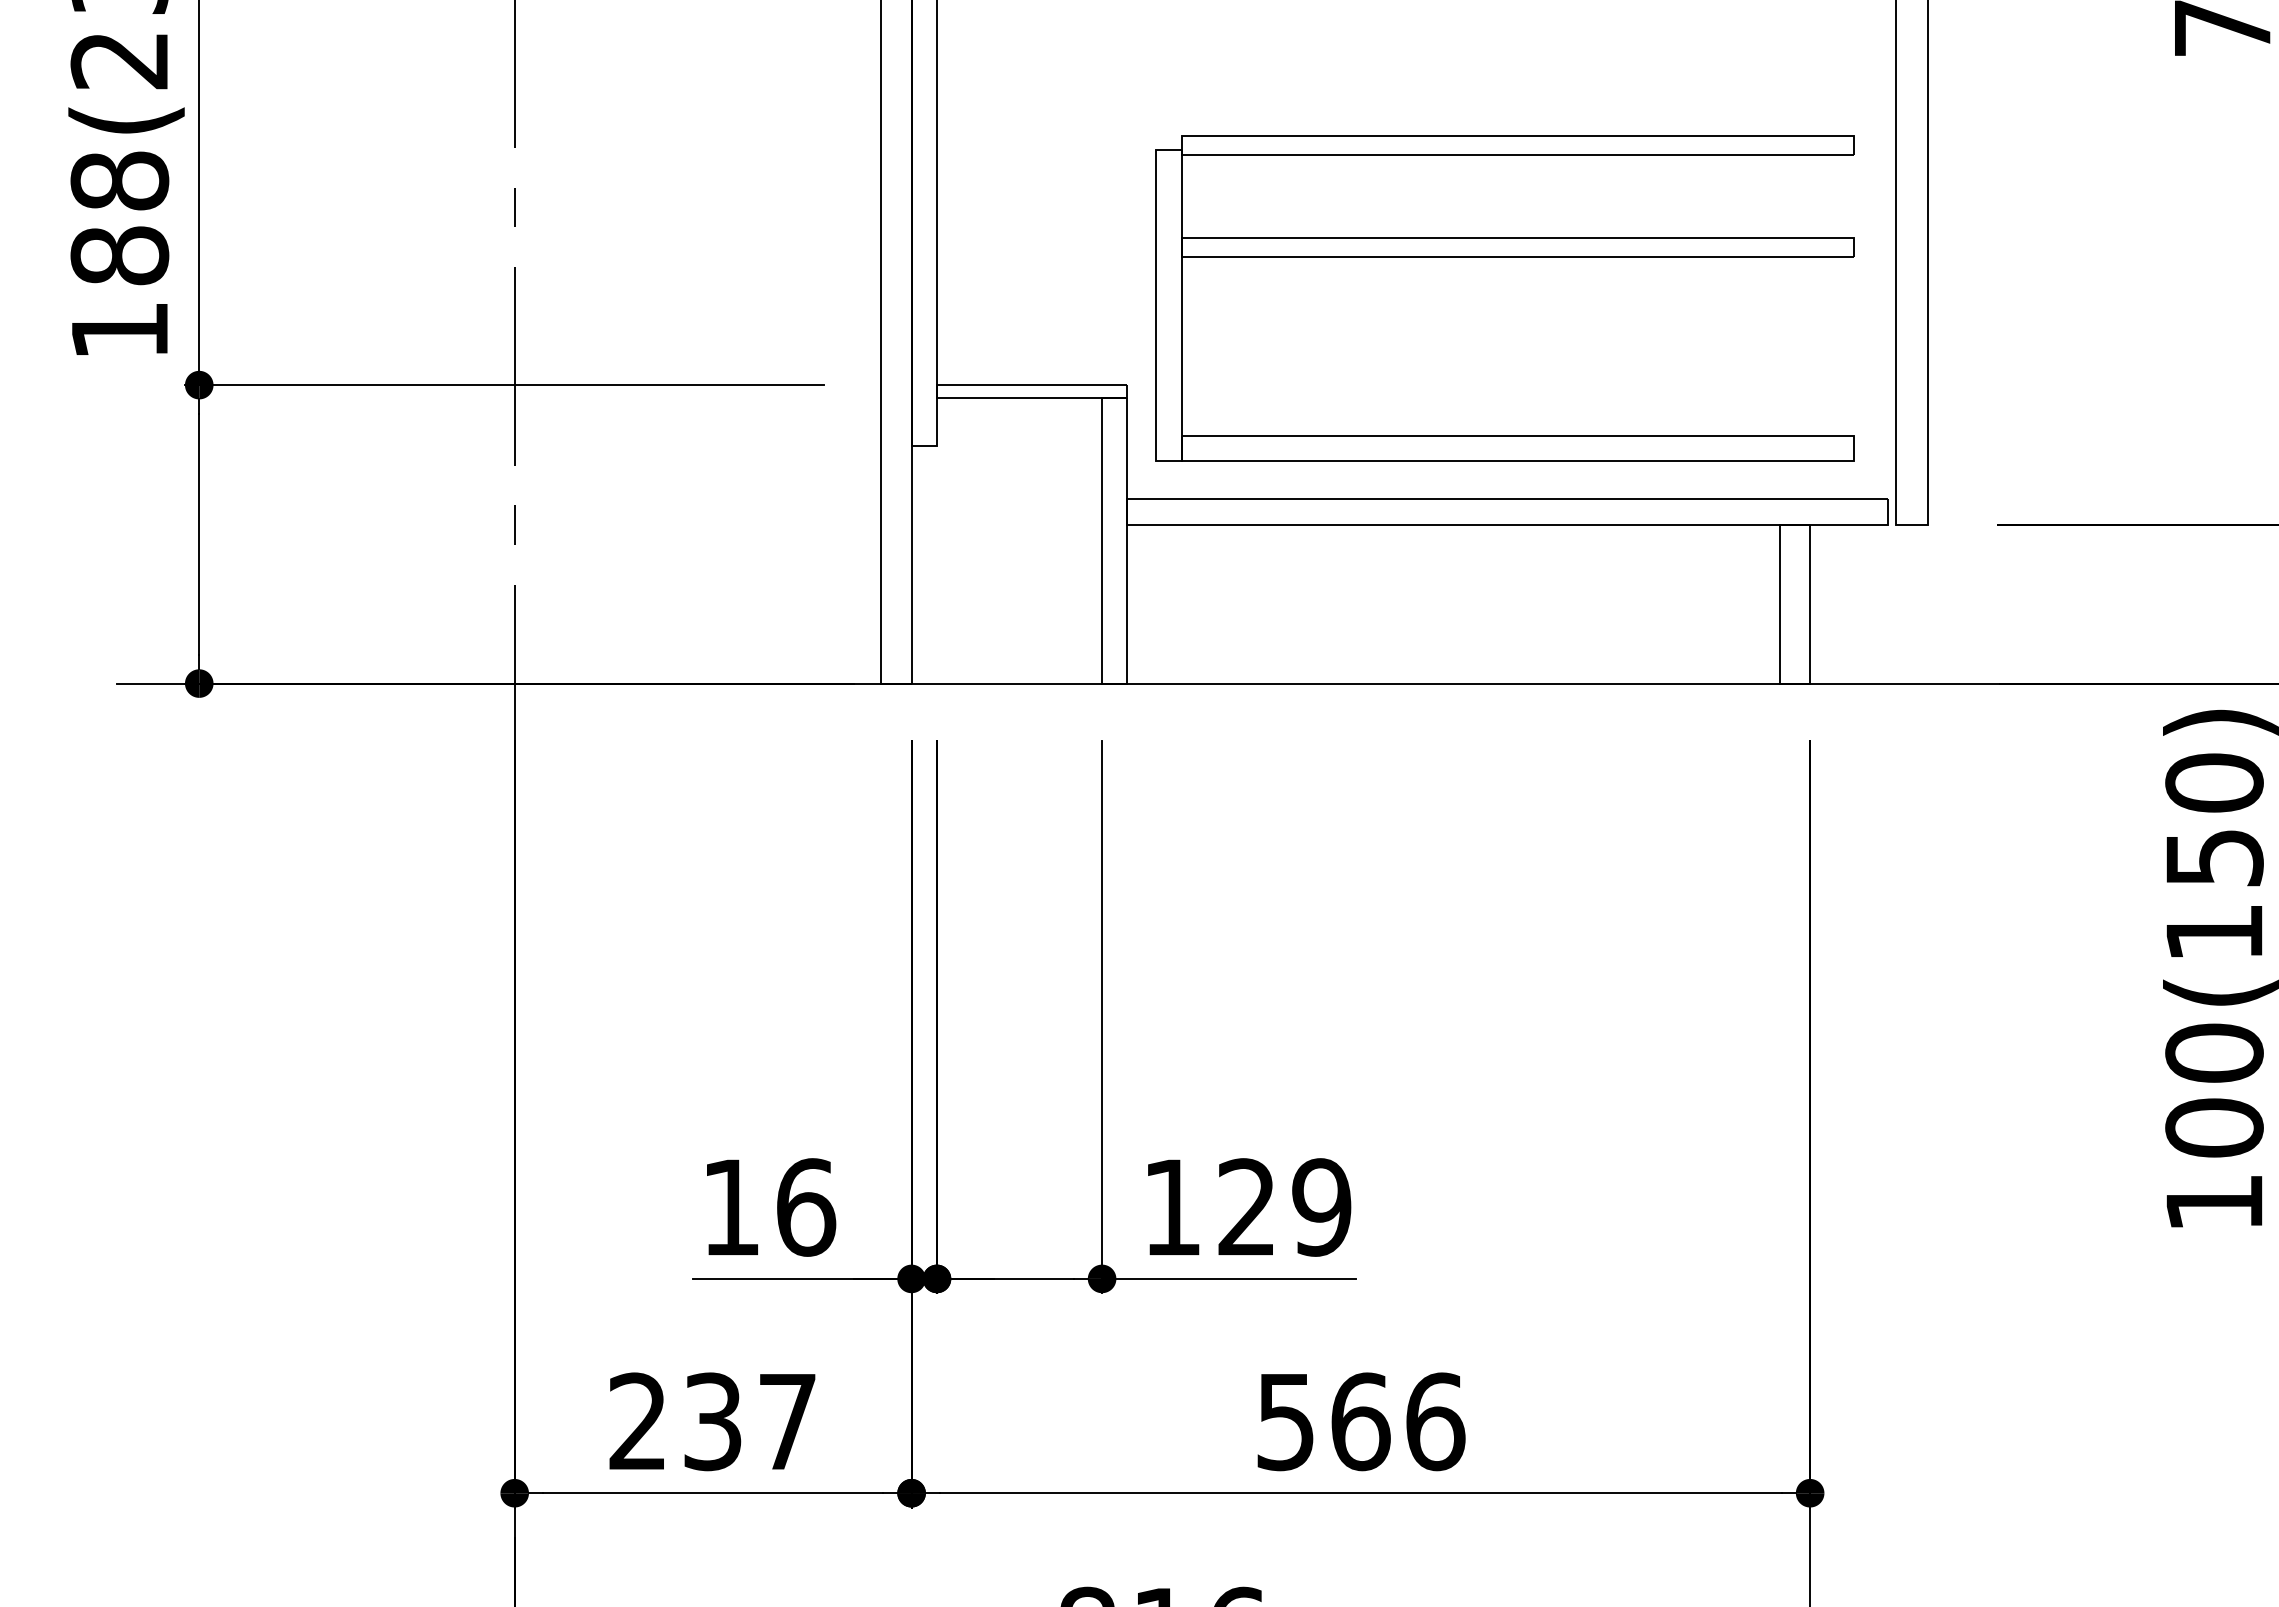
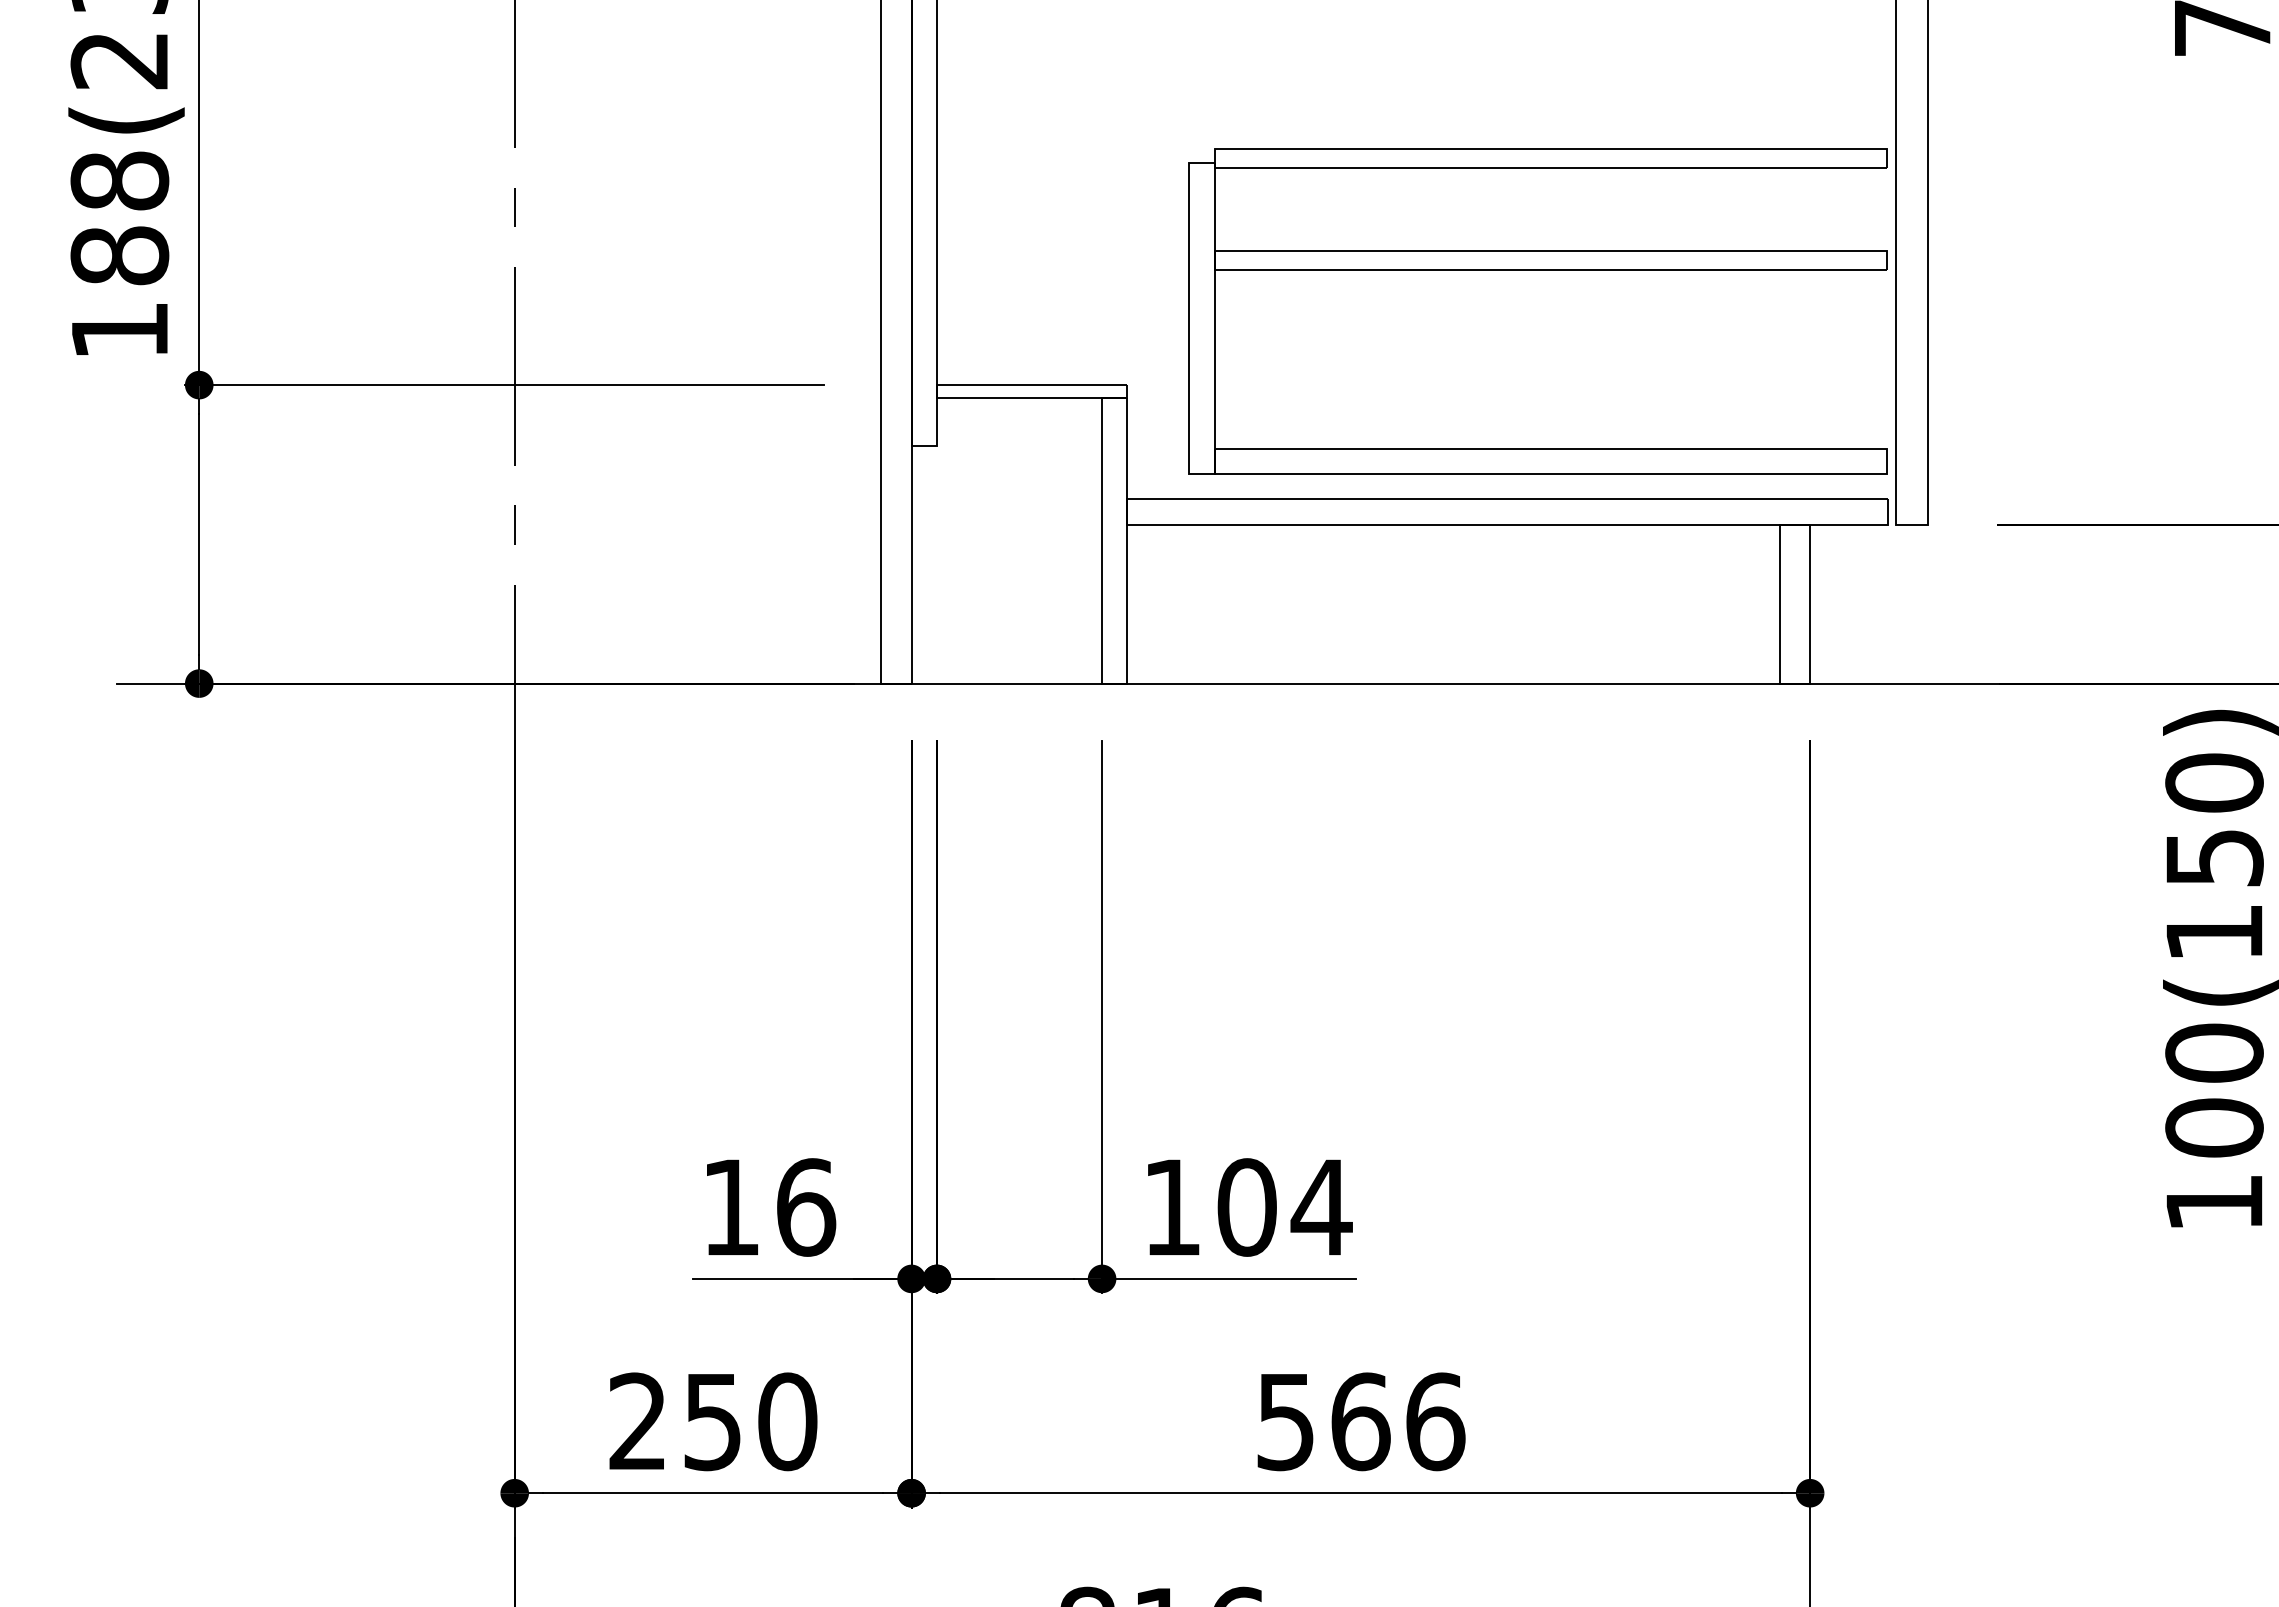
part at (1504, 257) position: (1504, 257) -> (1537, 270)
text at (1284, 1207): 129 -> 104
text at (750, 1421): 237 -> 250
